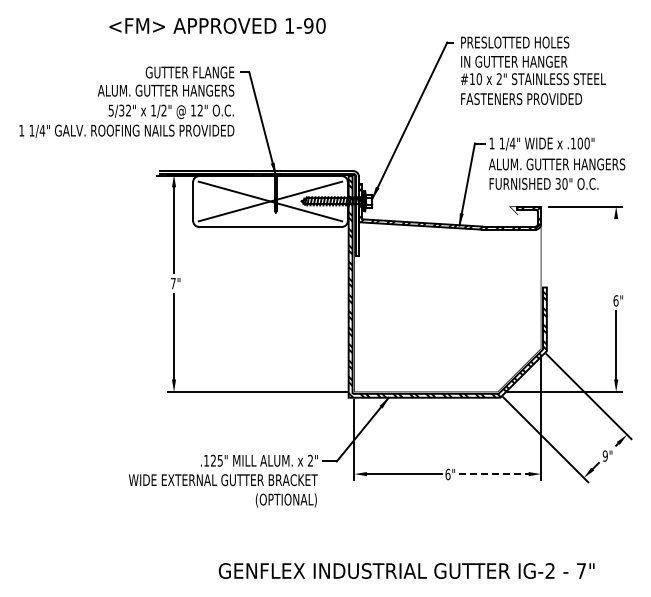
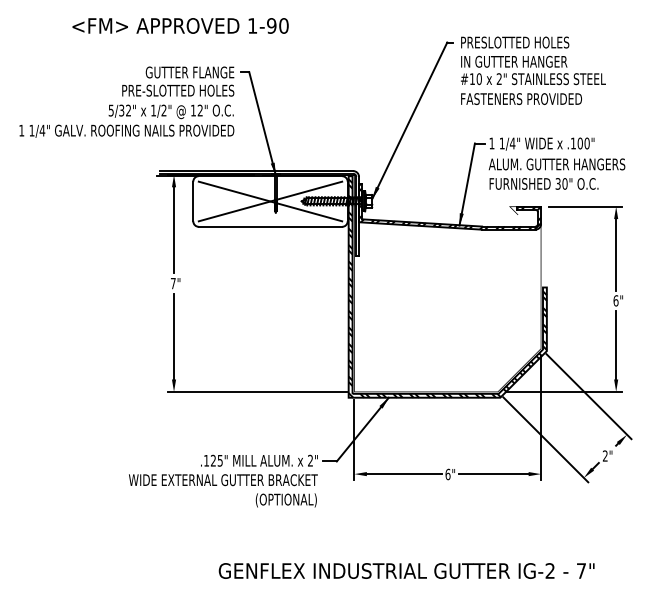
text at (217, 25) position: (217, 25) -> (180, 25)
text at (162, 90): ALUM. GUTTER HANGERS -> PRE-SLOTTED HOLES
line at (616, 254): none -> present
text at (604, 455): 9" -> 2"
line at (493, 474): dashed -> solid
